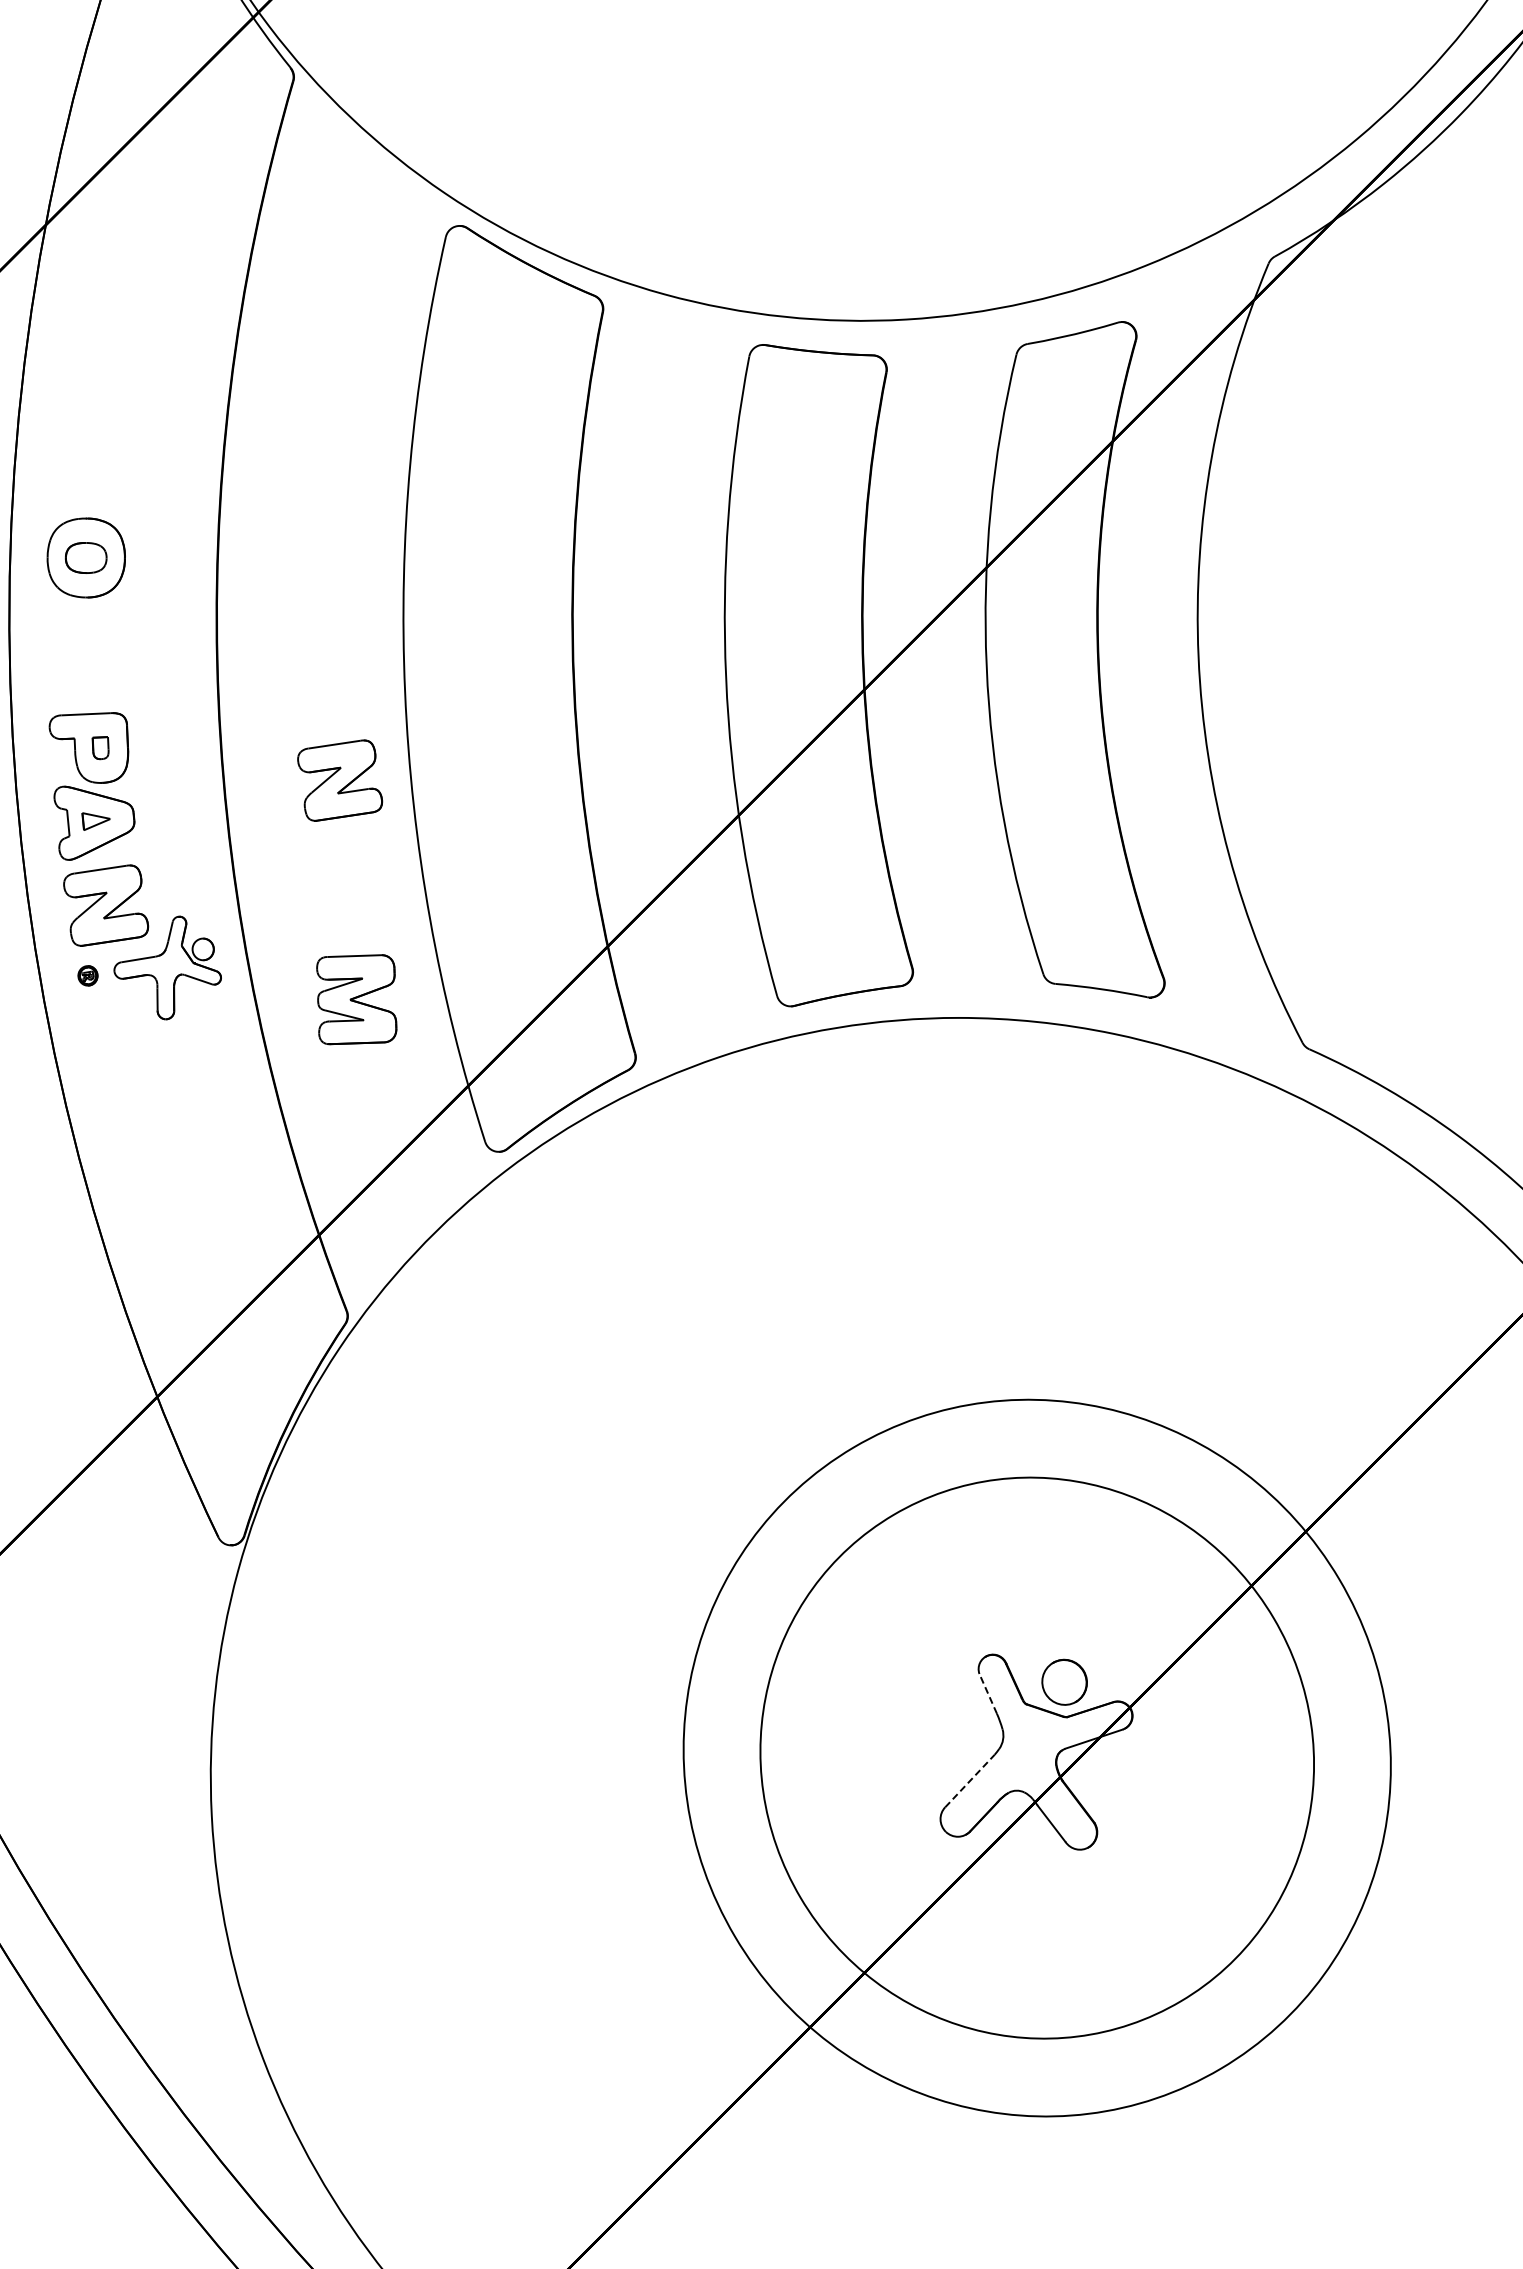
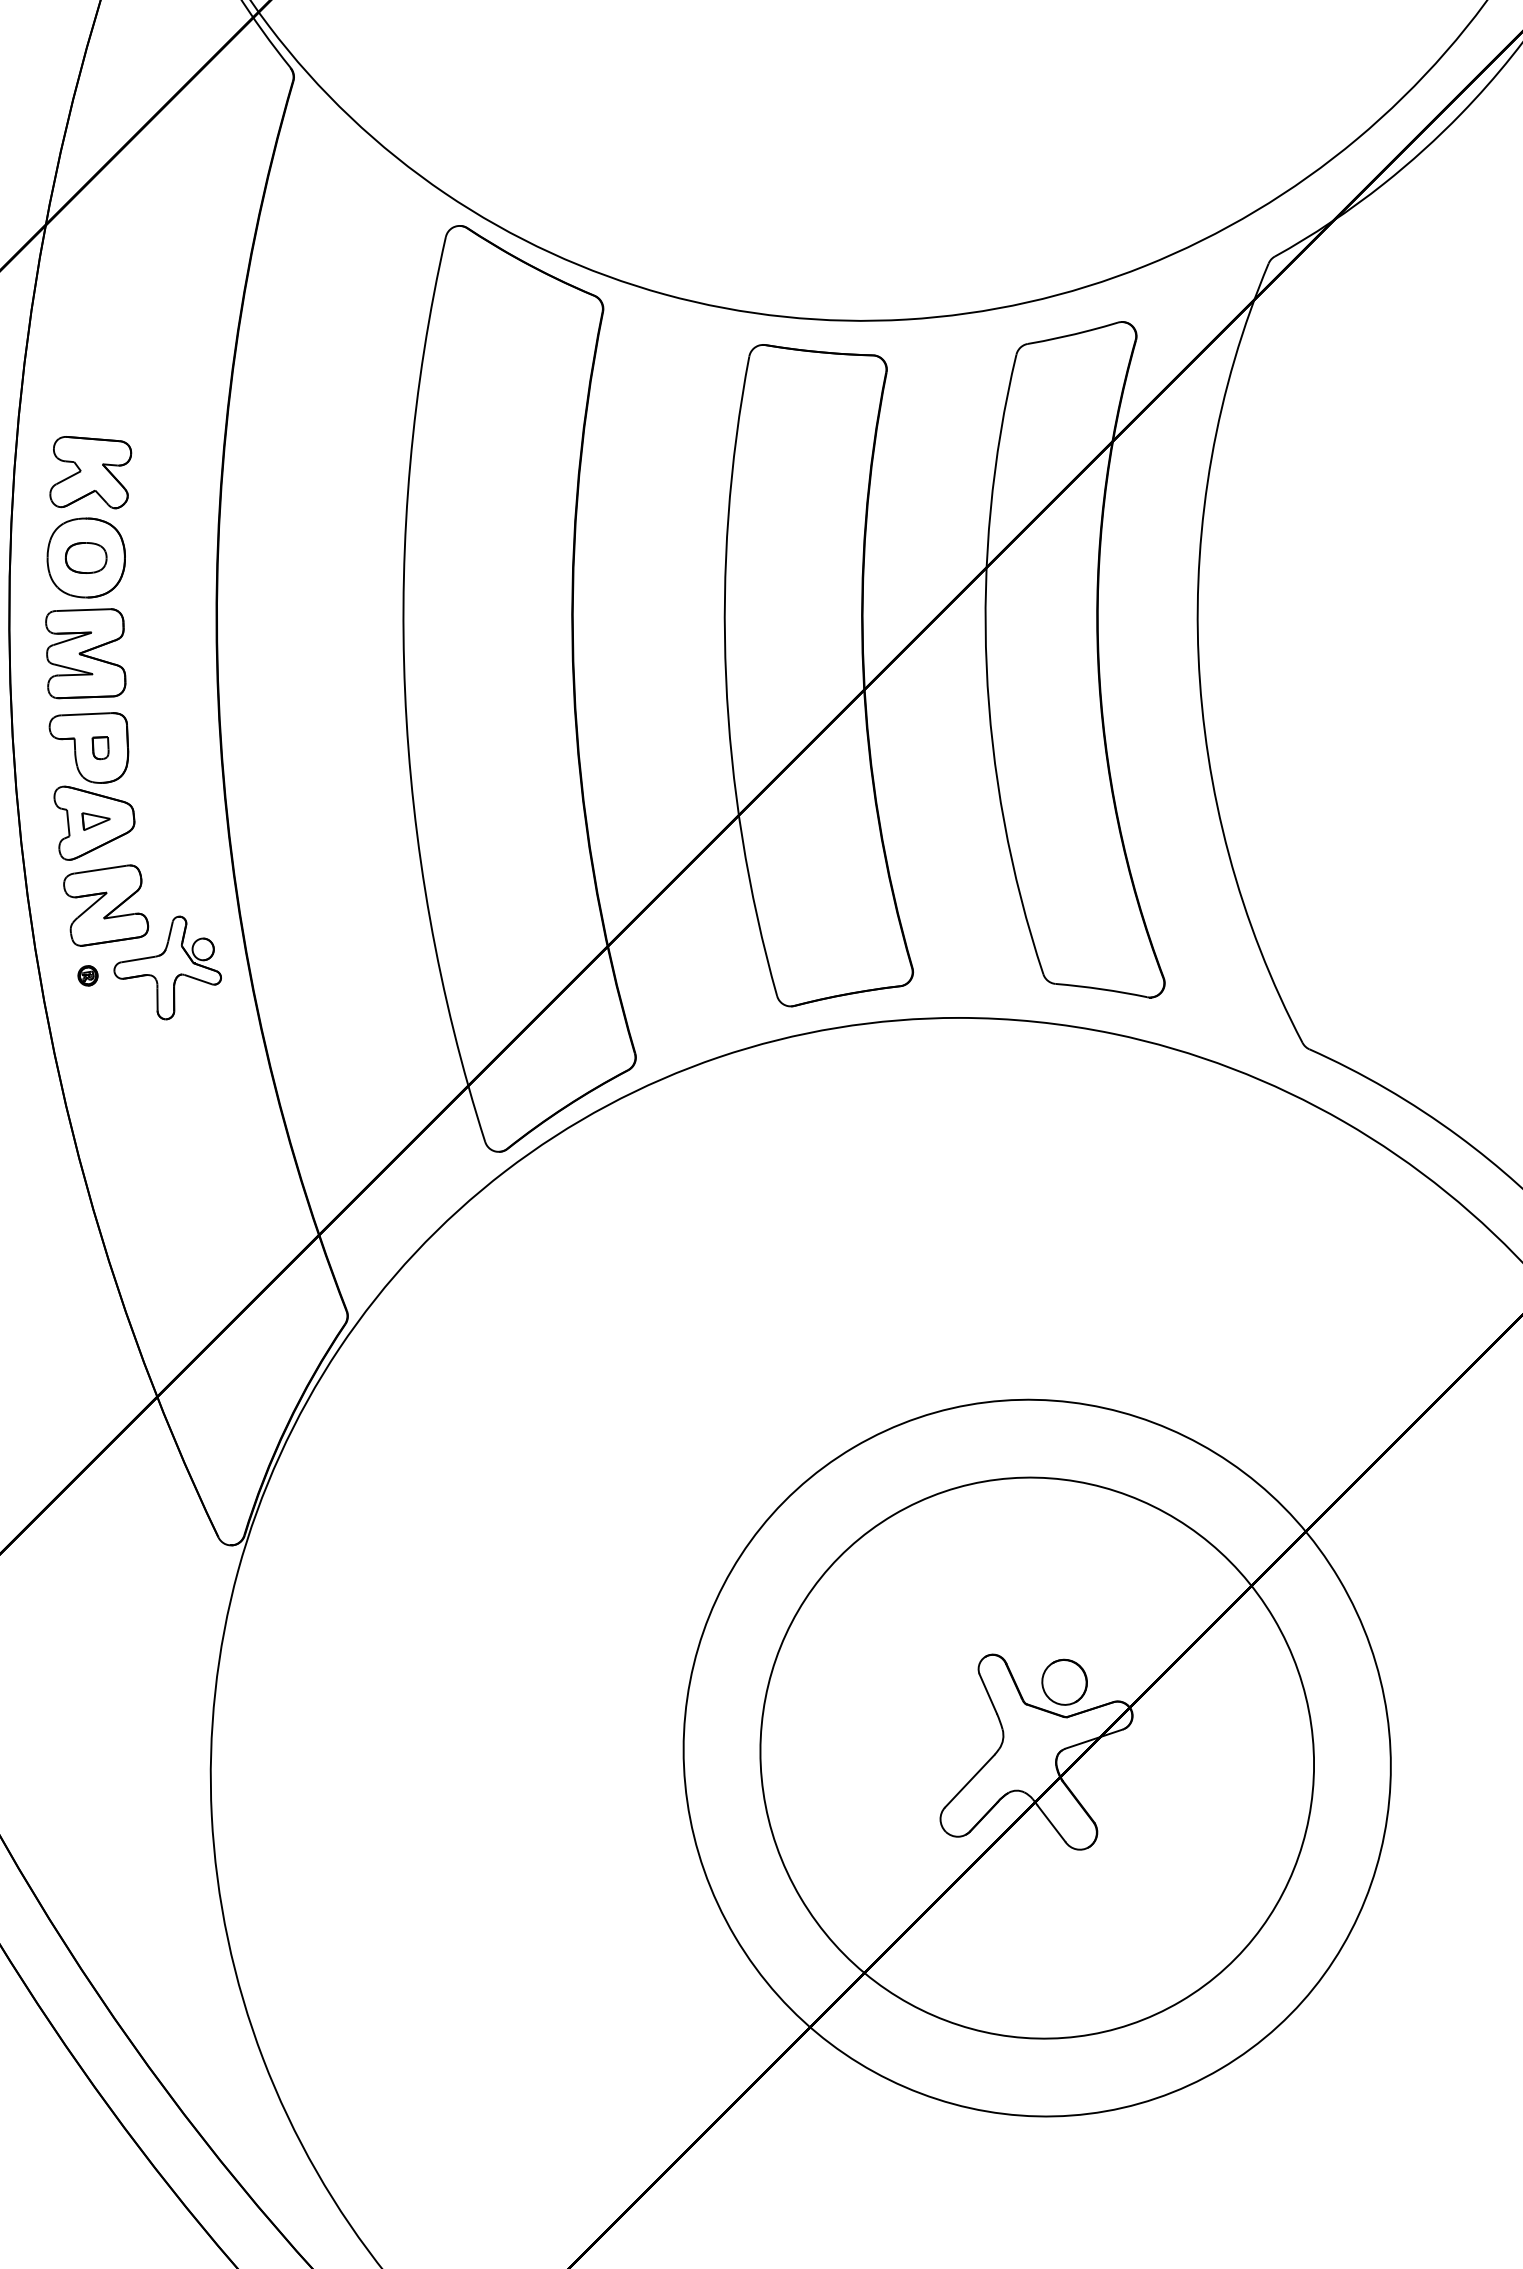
part at (90, 472): none -> present
part at (340, 780): present -> none
part at (356, 999) position: (356, 999) -> (85, 653)
line at (988, 1693): dashed -> solid
line at (970, 1780): dashed -> solid
